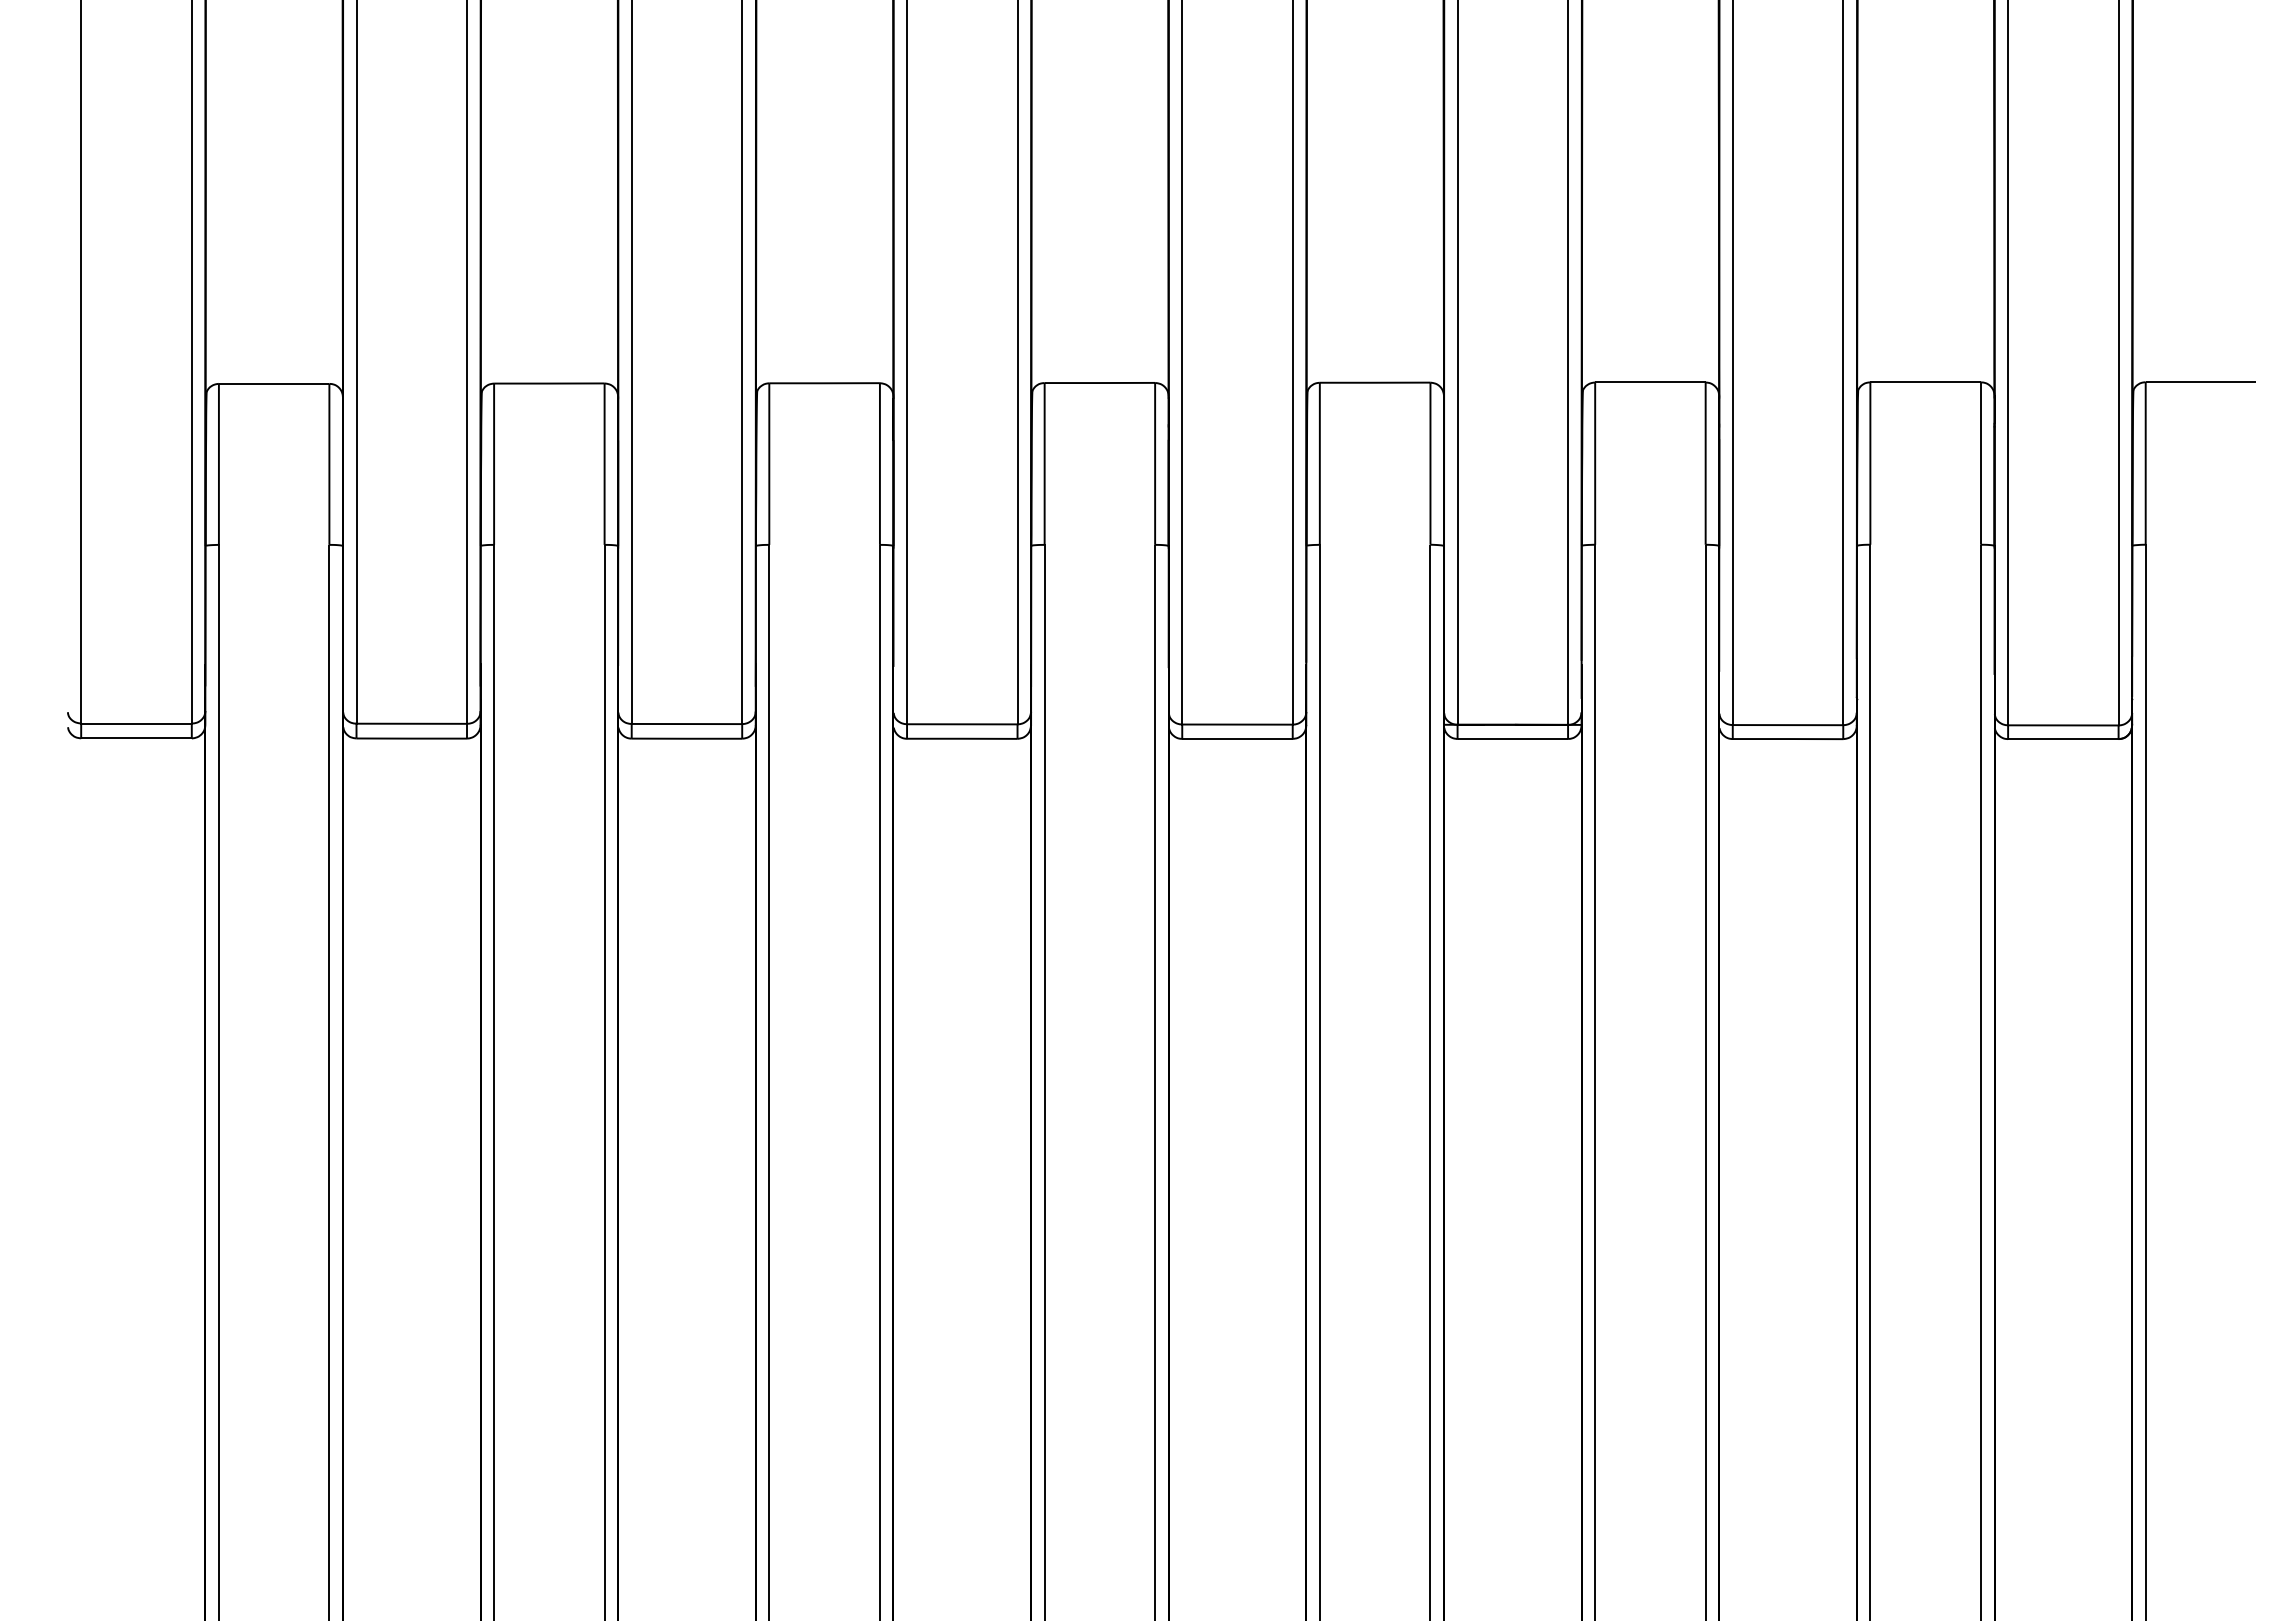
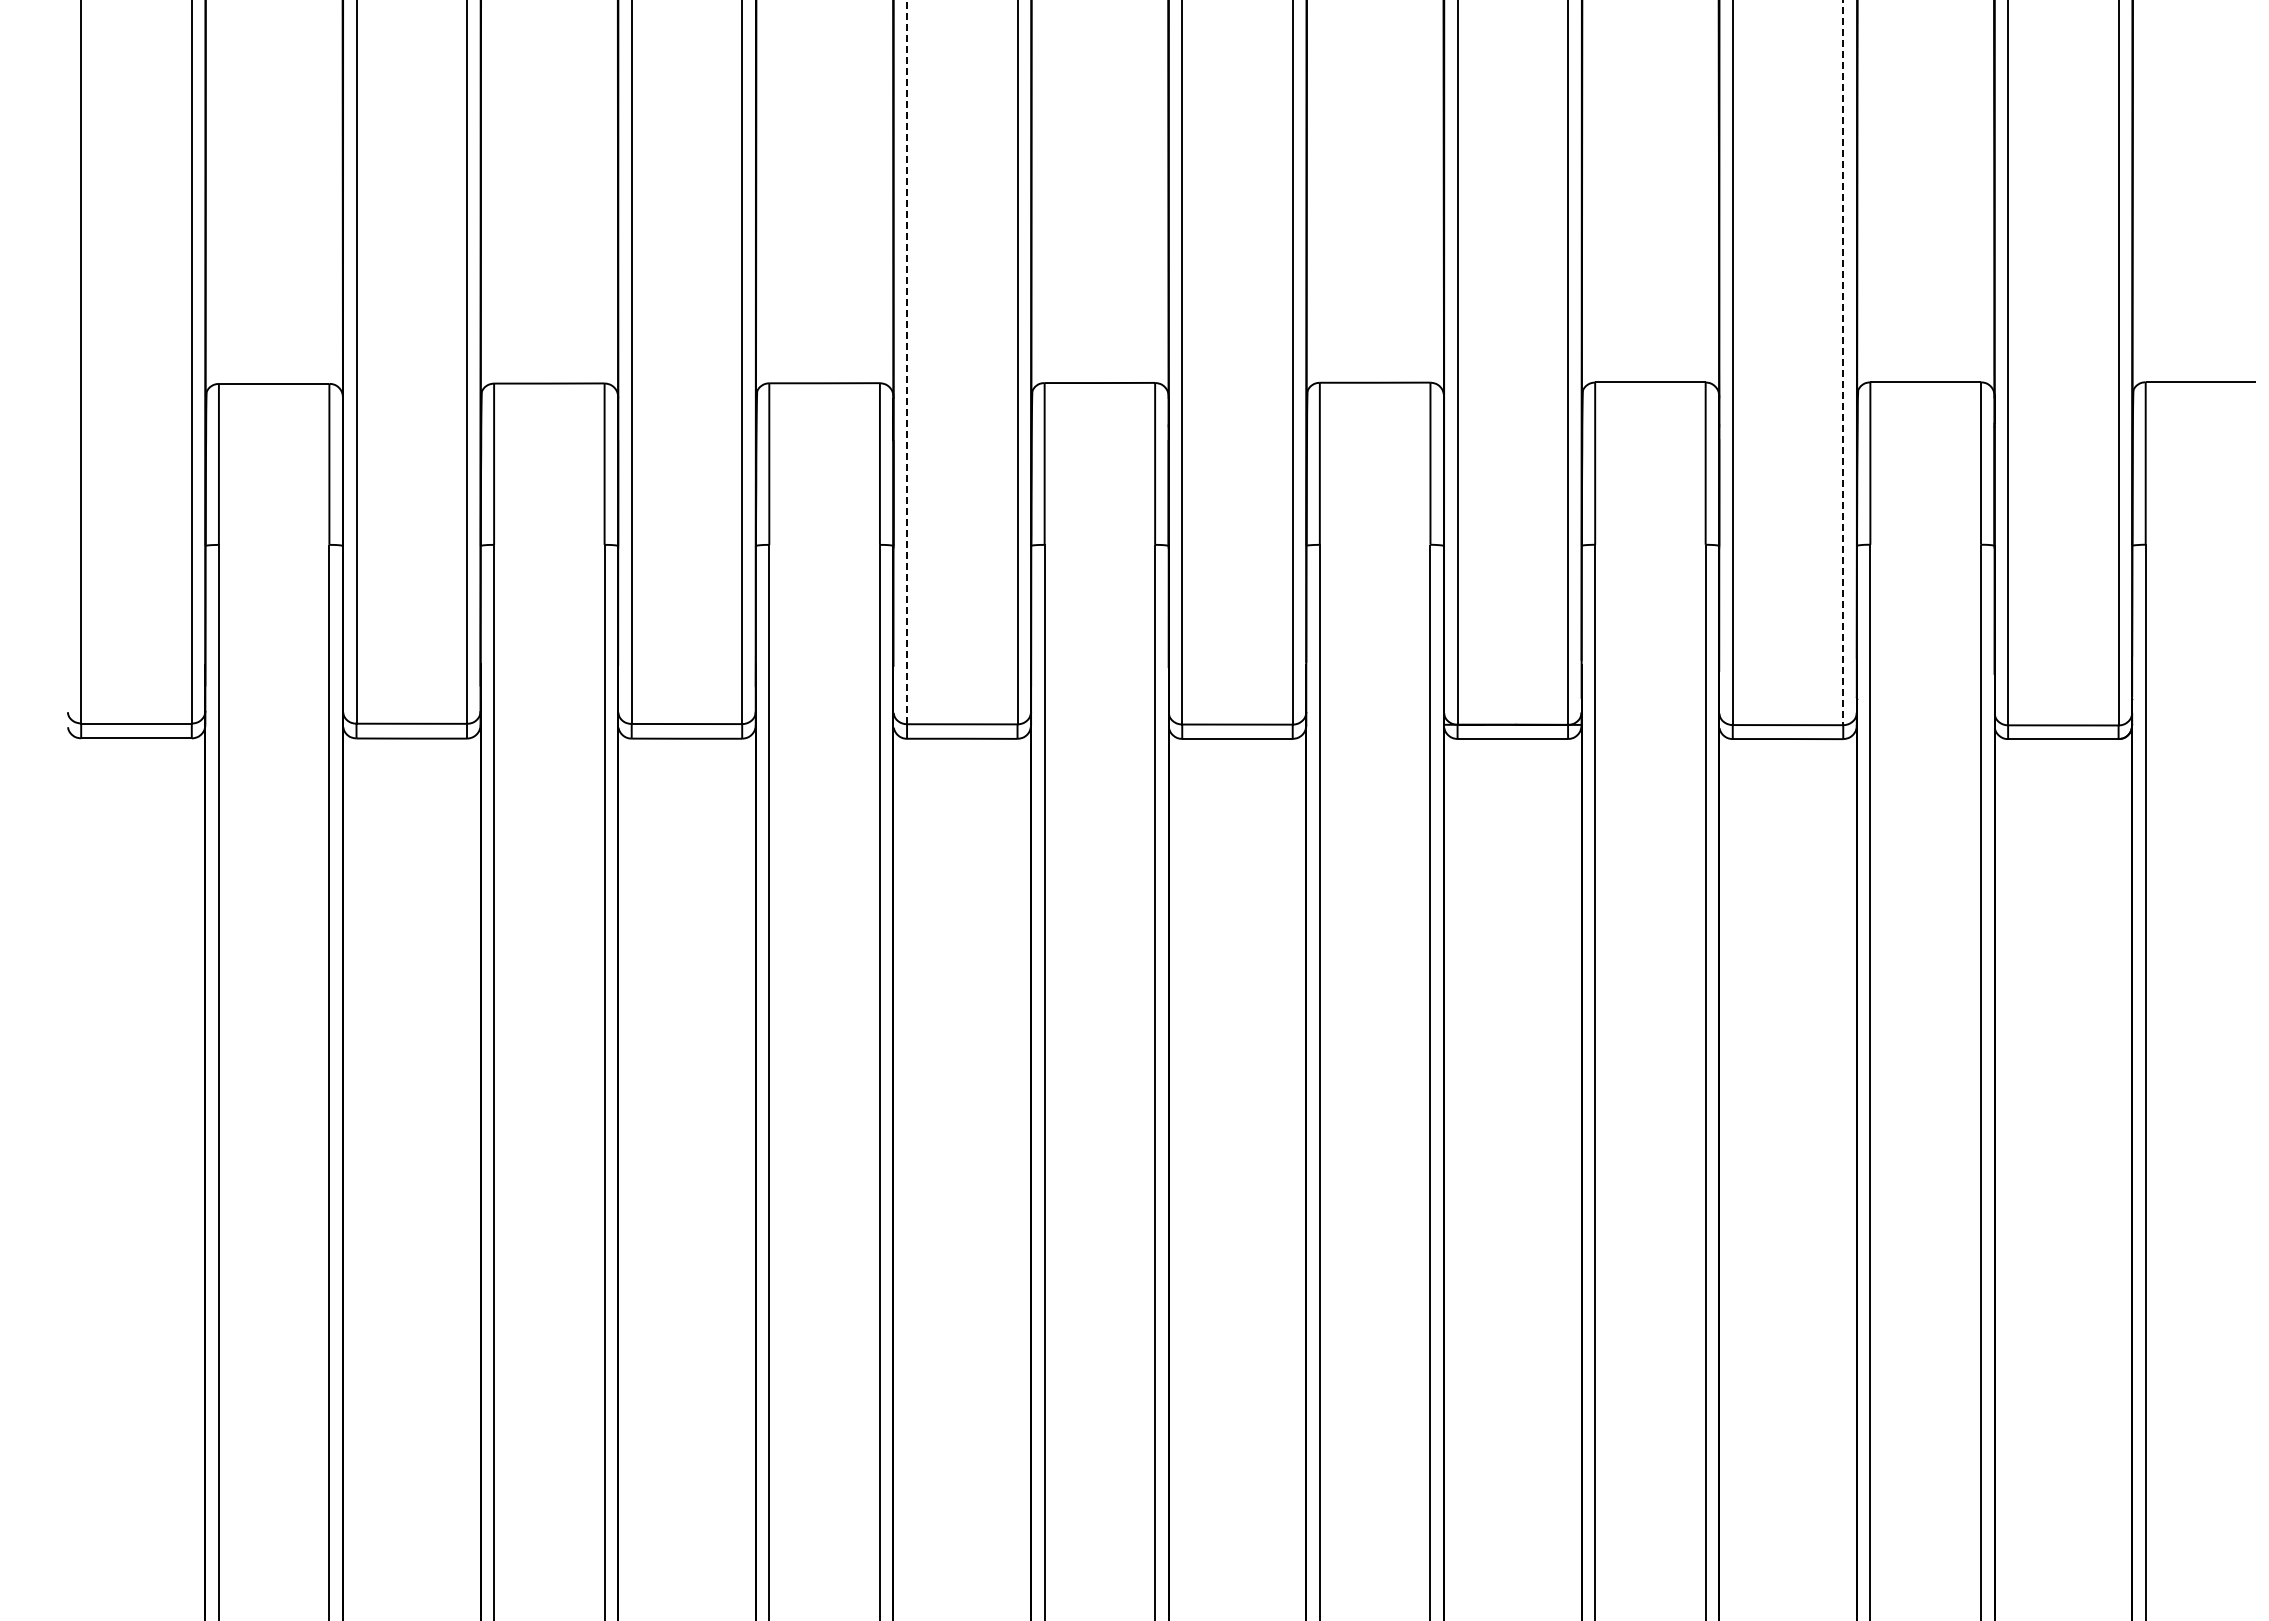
line at (907, 362): solid -> dashed
line at (1843, 363): solid -> dashed
